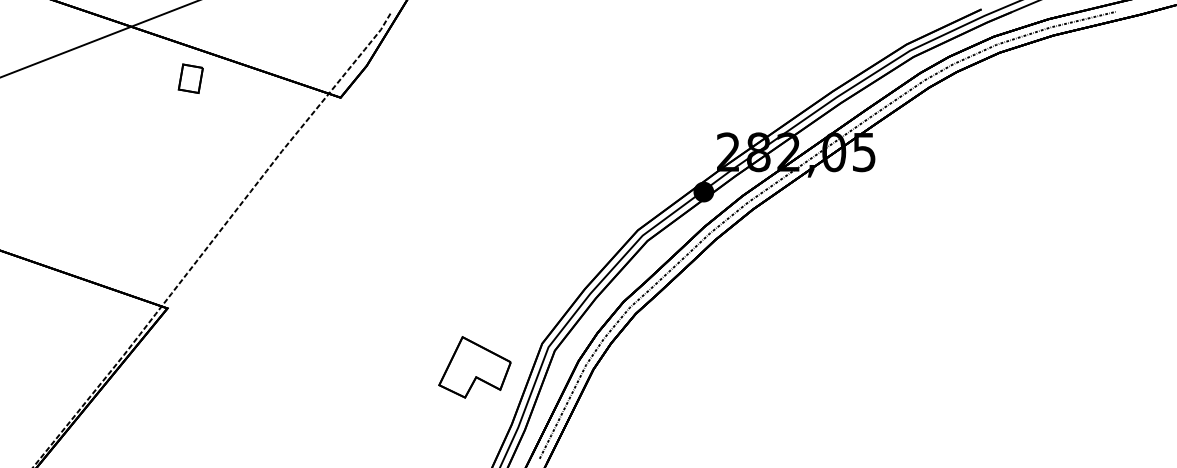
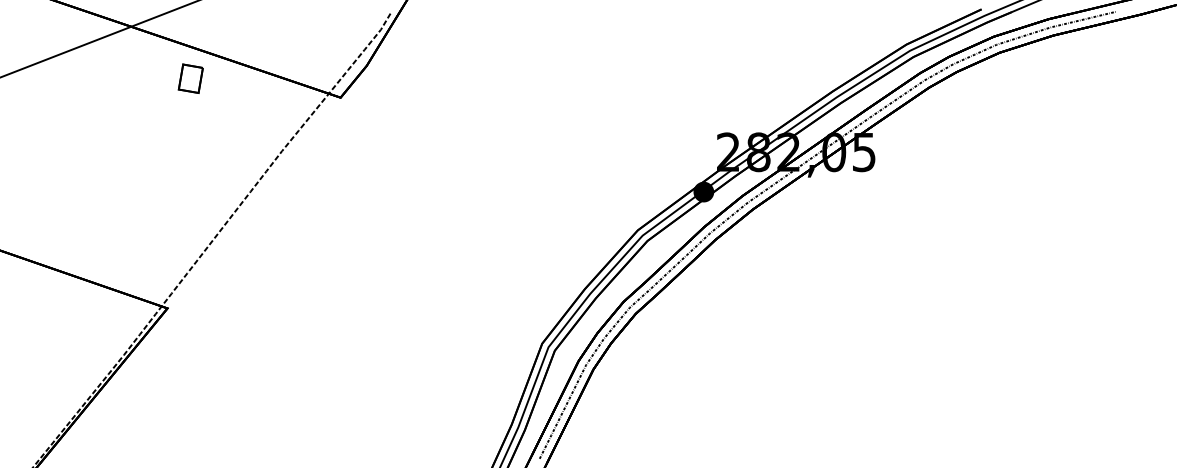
part at (474, 367): present -> none
